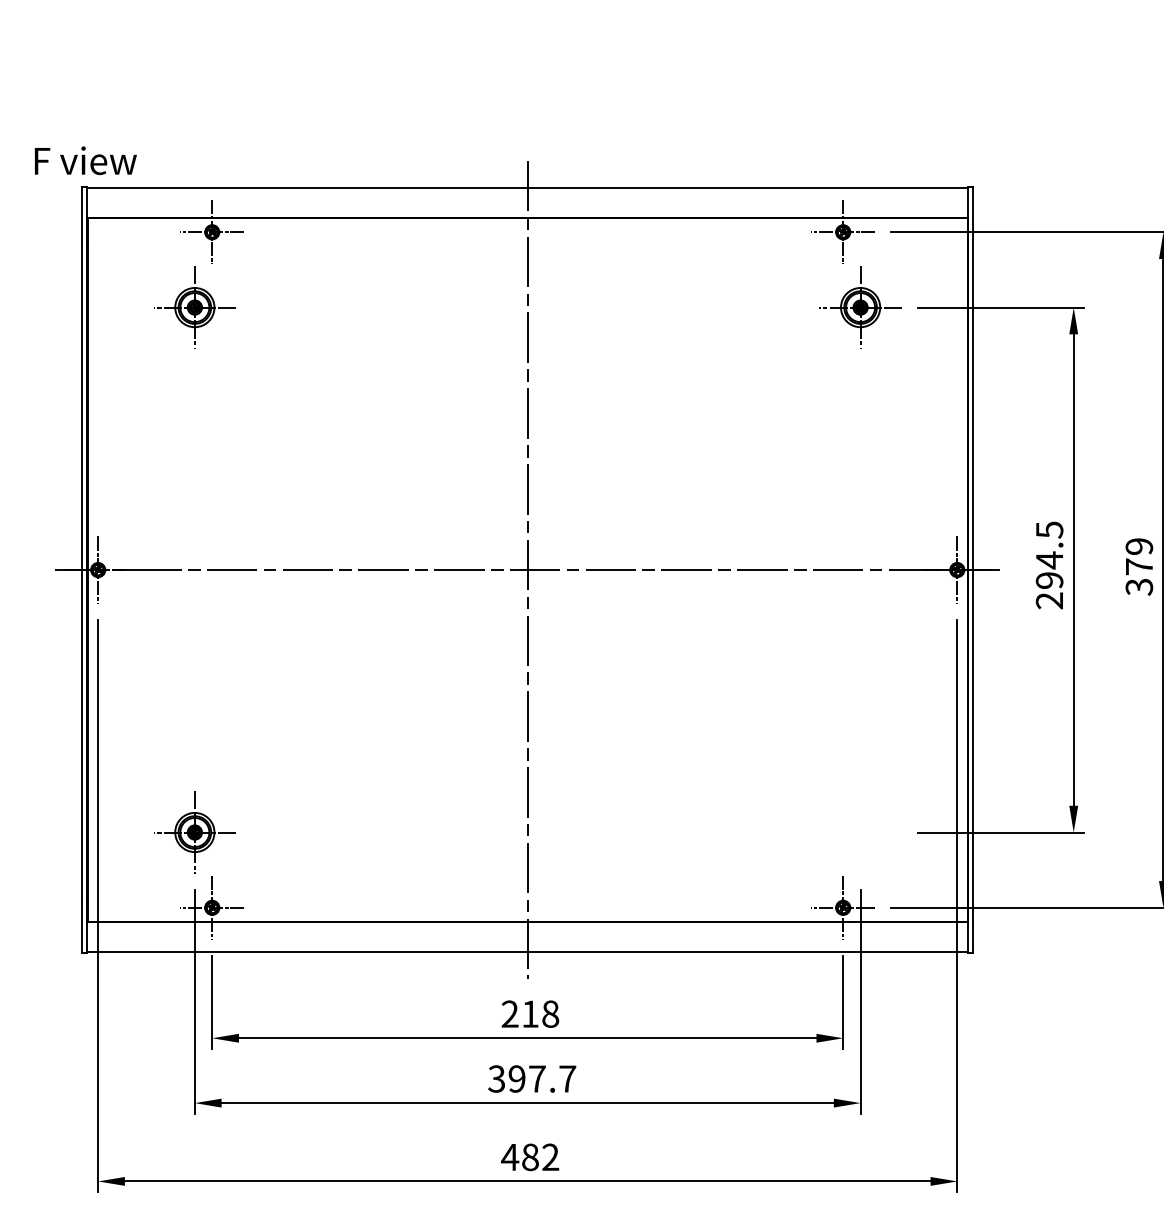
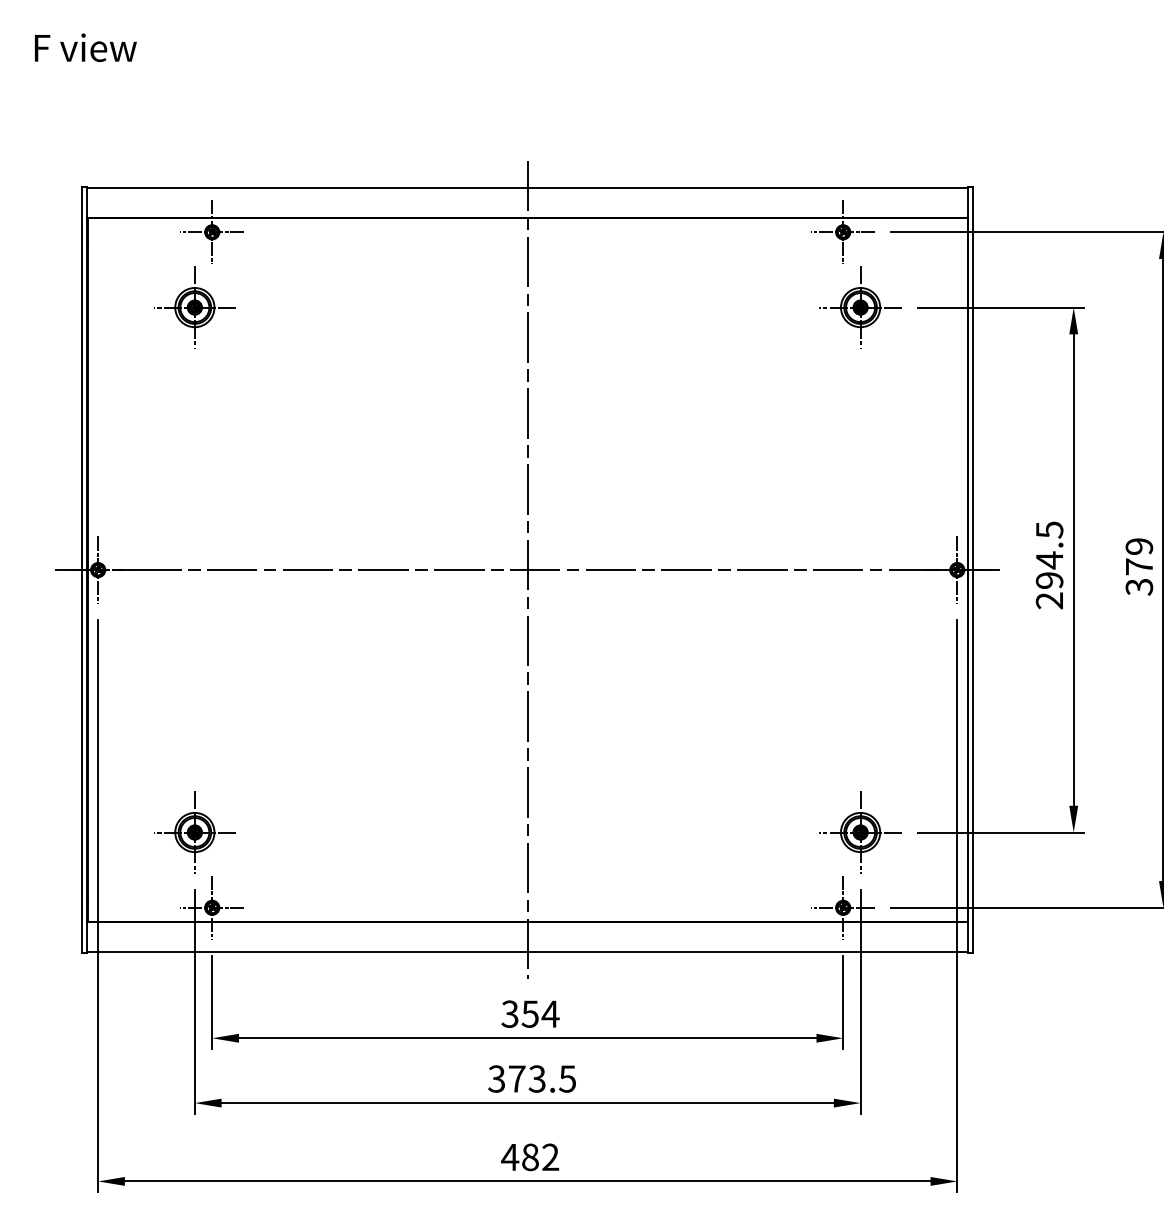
text at (85, 160) position: (85, 160) -> (85, 47)
part at (860, 832): none -> present
text at (530, 1013): 218 -> 354
text at (542, 1078): 397.7 -> 373.5
